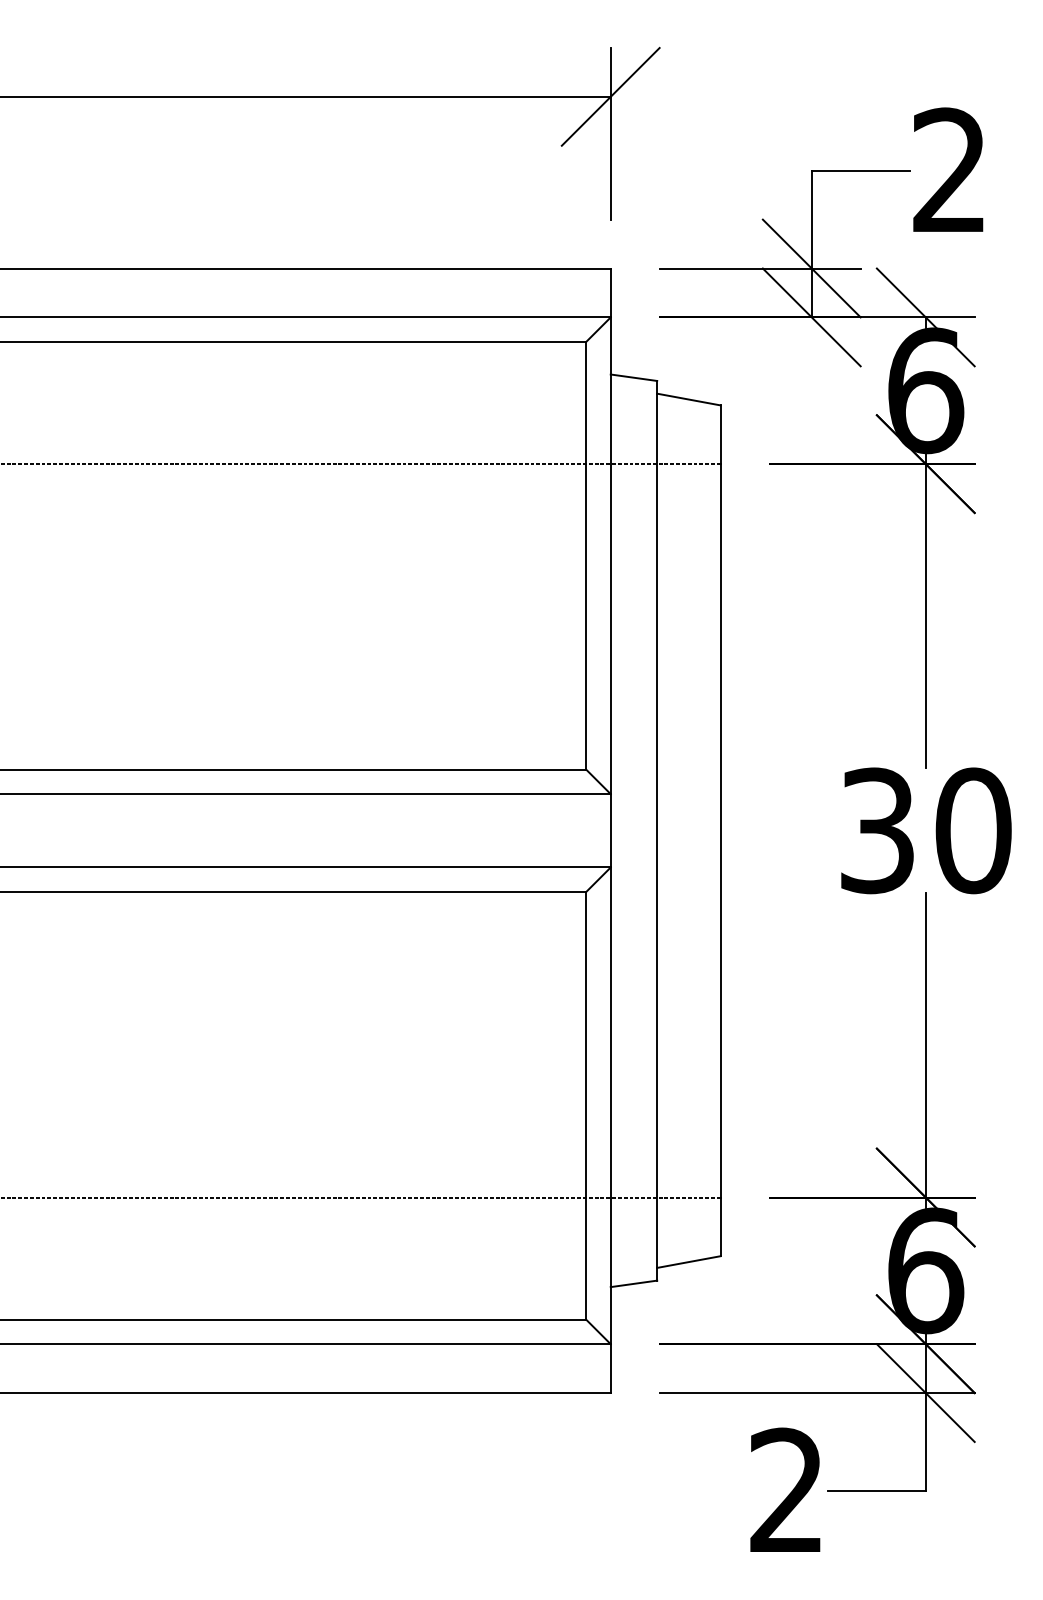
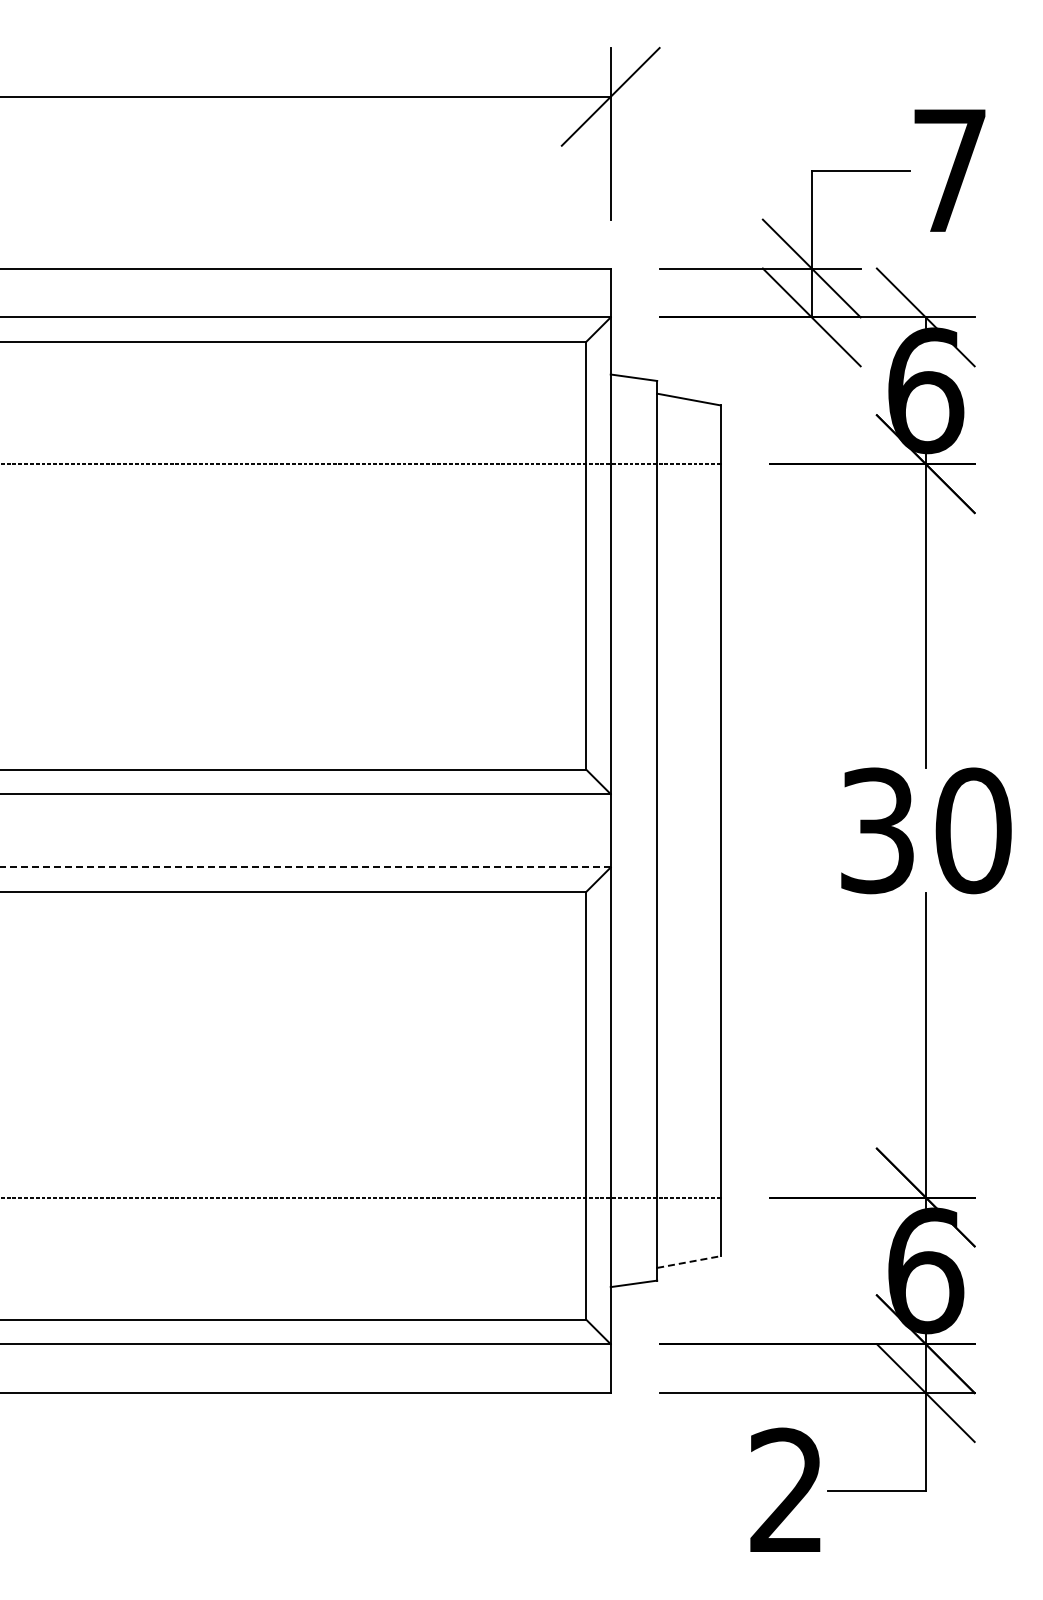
text at (949, 169): 2 -> 7
line at (305, 867): solid -> dashed
line at (689, 1261): solid -> dashed
